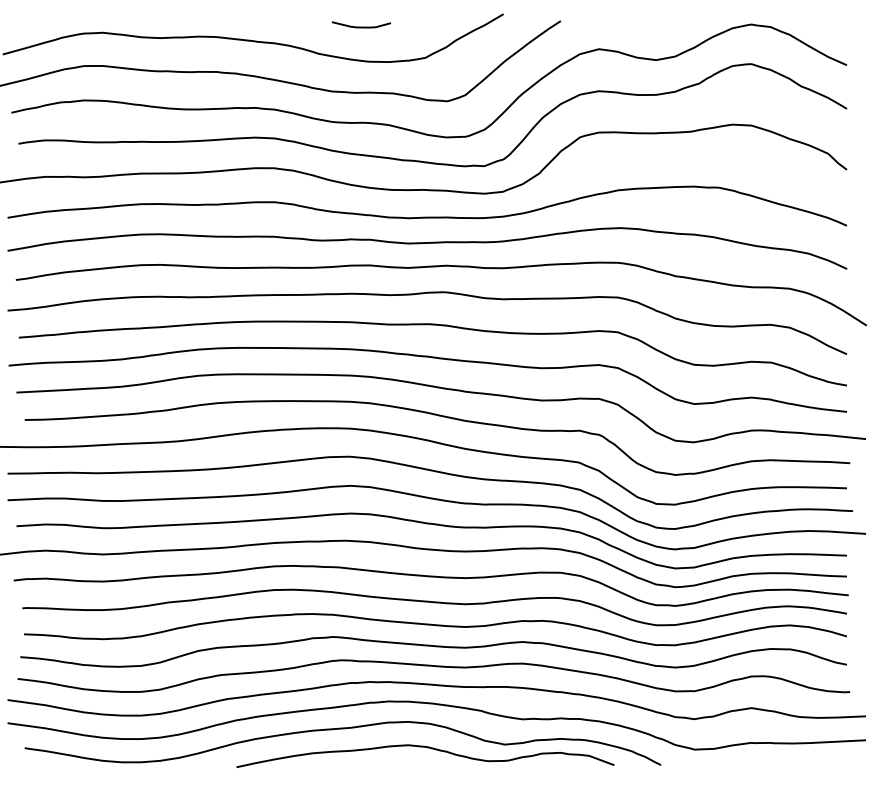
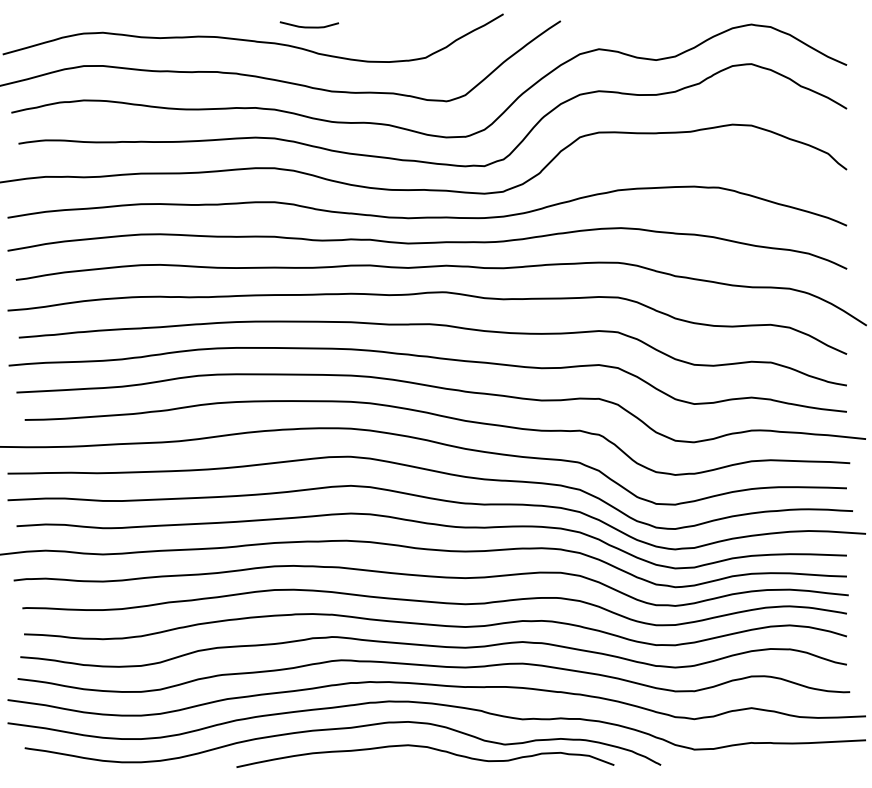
curve at (361, 26) position: (361, 26) -> (309, 26)
